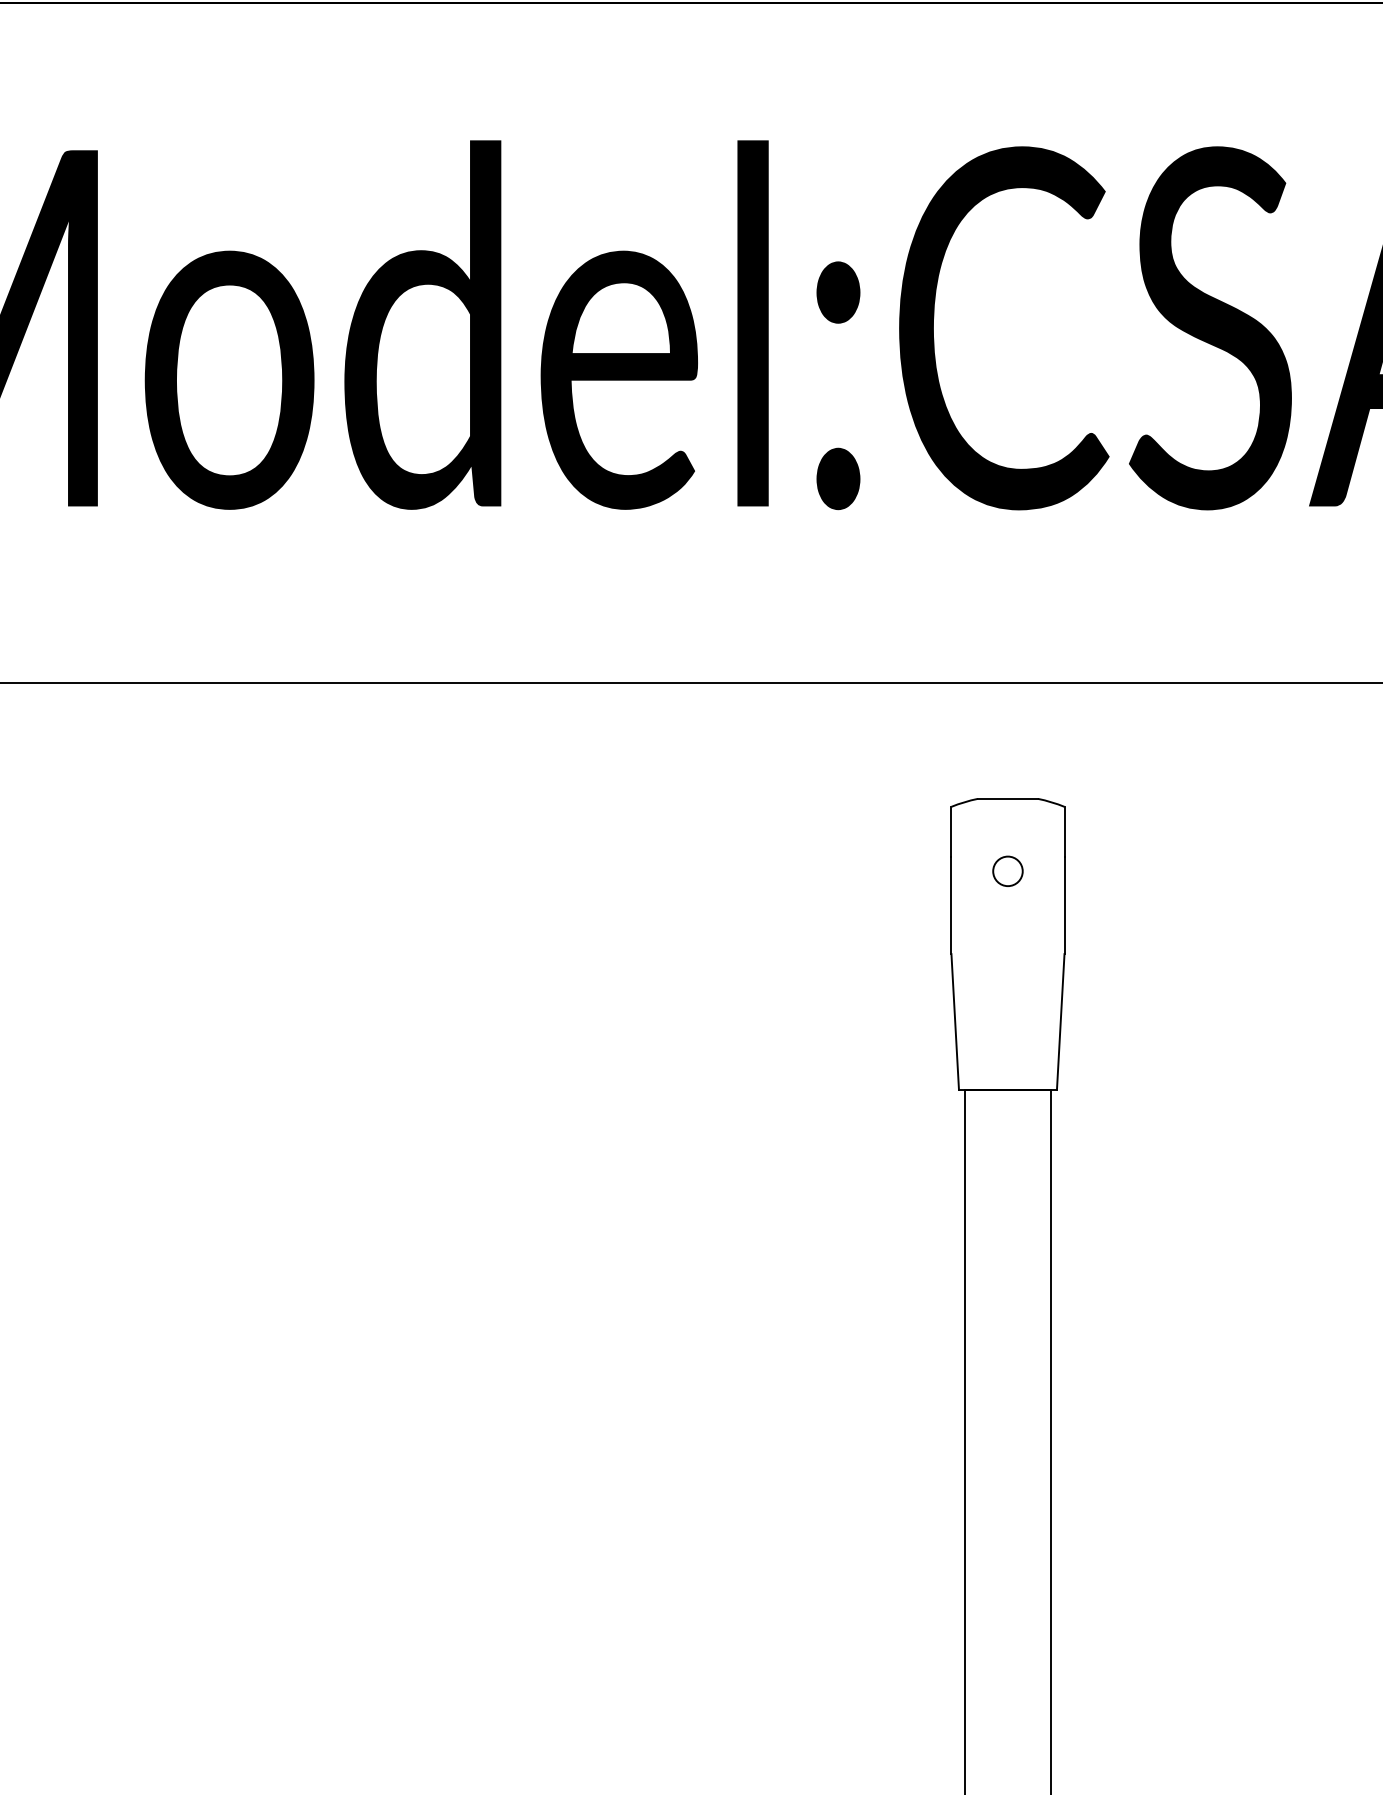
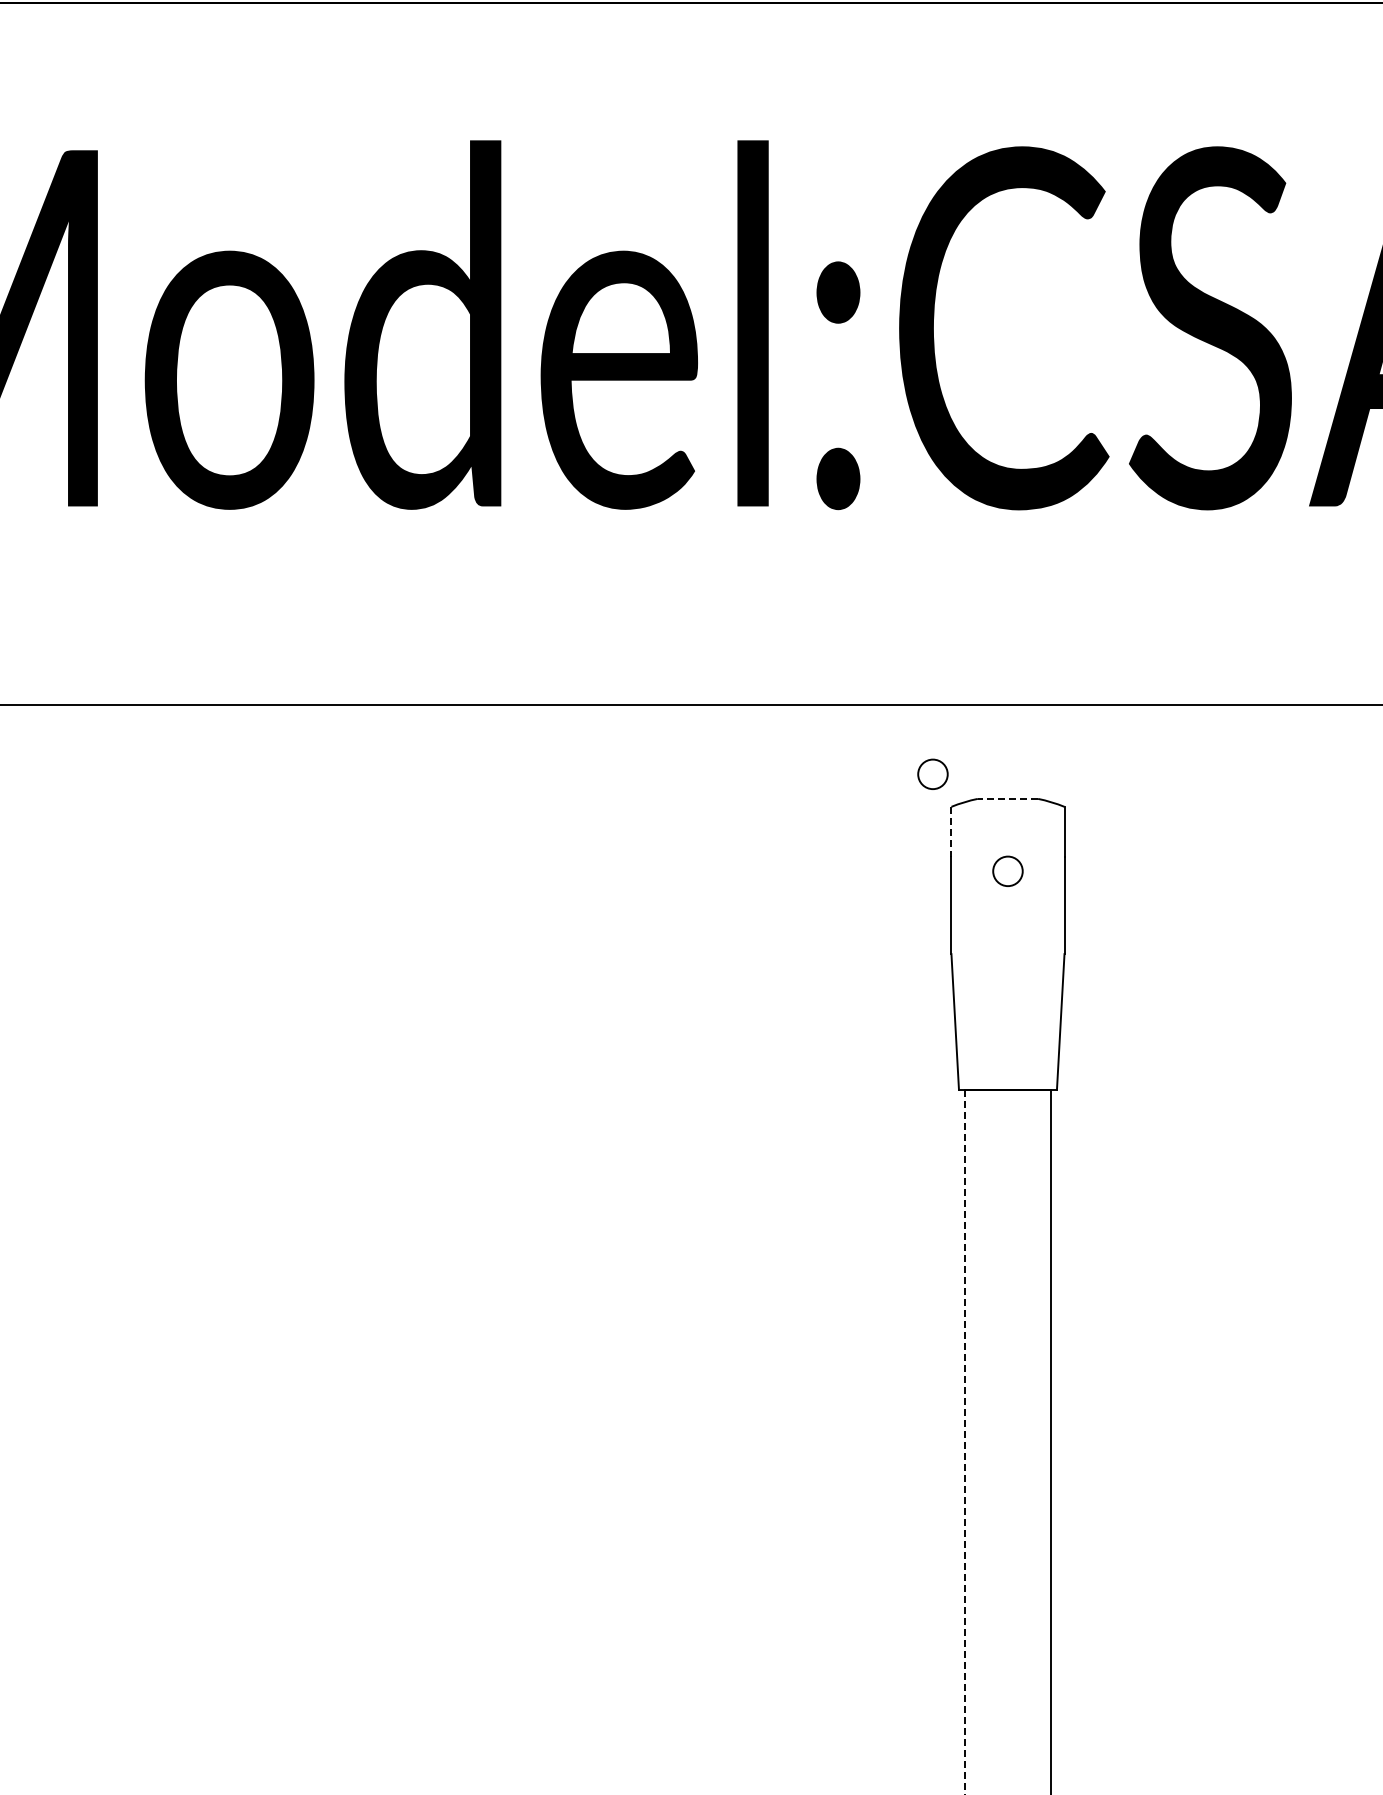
line at (690, 683) position: (690, 683) -> (690, 705)
circle at (932, 773): none -> present
line at (1007, 798): solid -> dashed
line at (951, 831): solid -> dashed
line at (965, 1442): solid -> dashed
